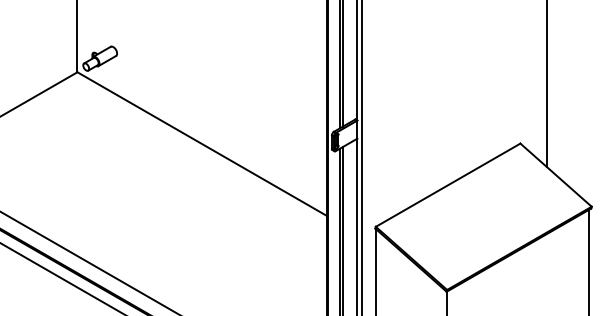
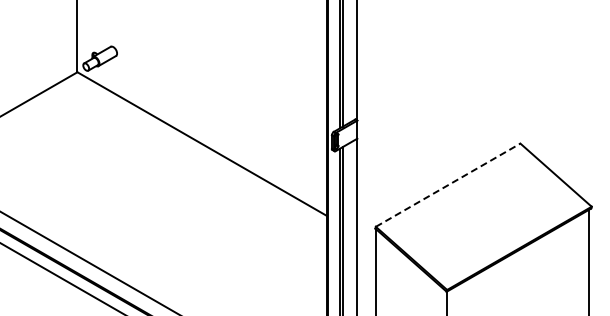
line at (546, 84): present -> none
line at (362, 157): present -> none
line at (448, 184): solid -> dashed
